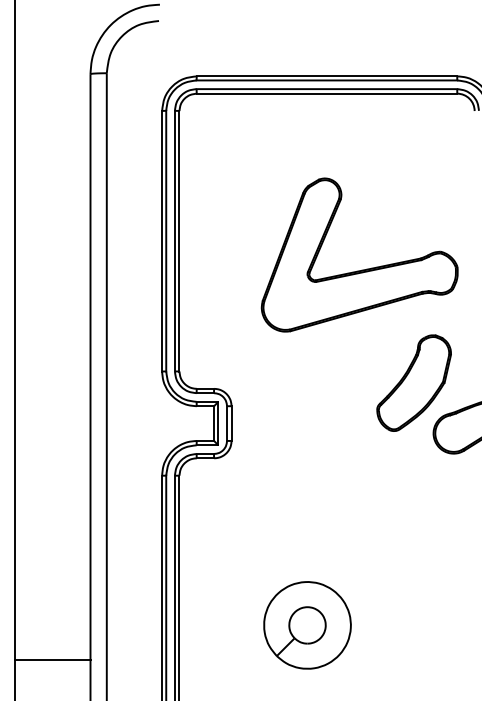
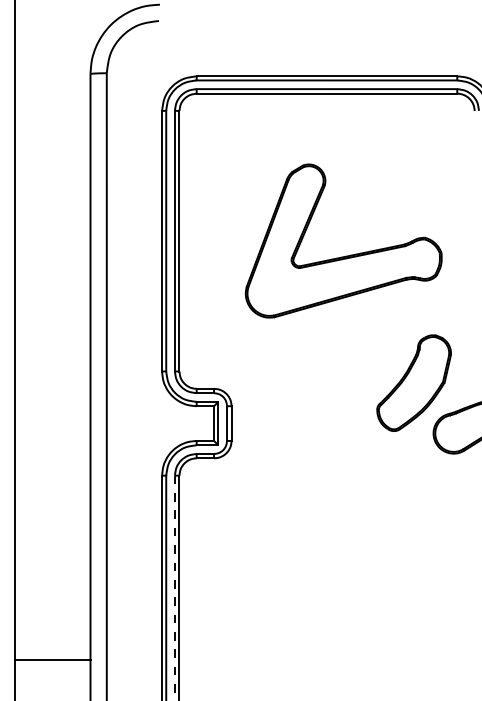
part at (361, 269) position: (361, 269) -> (345, 255)
line at (174, 588): solid -> dashed
part at (307, 625): present -> none
